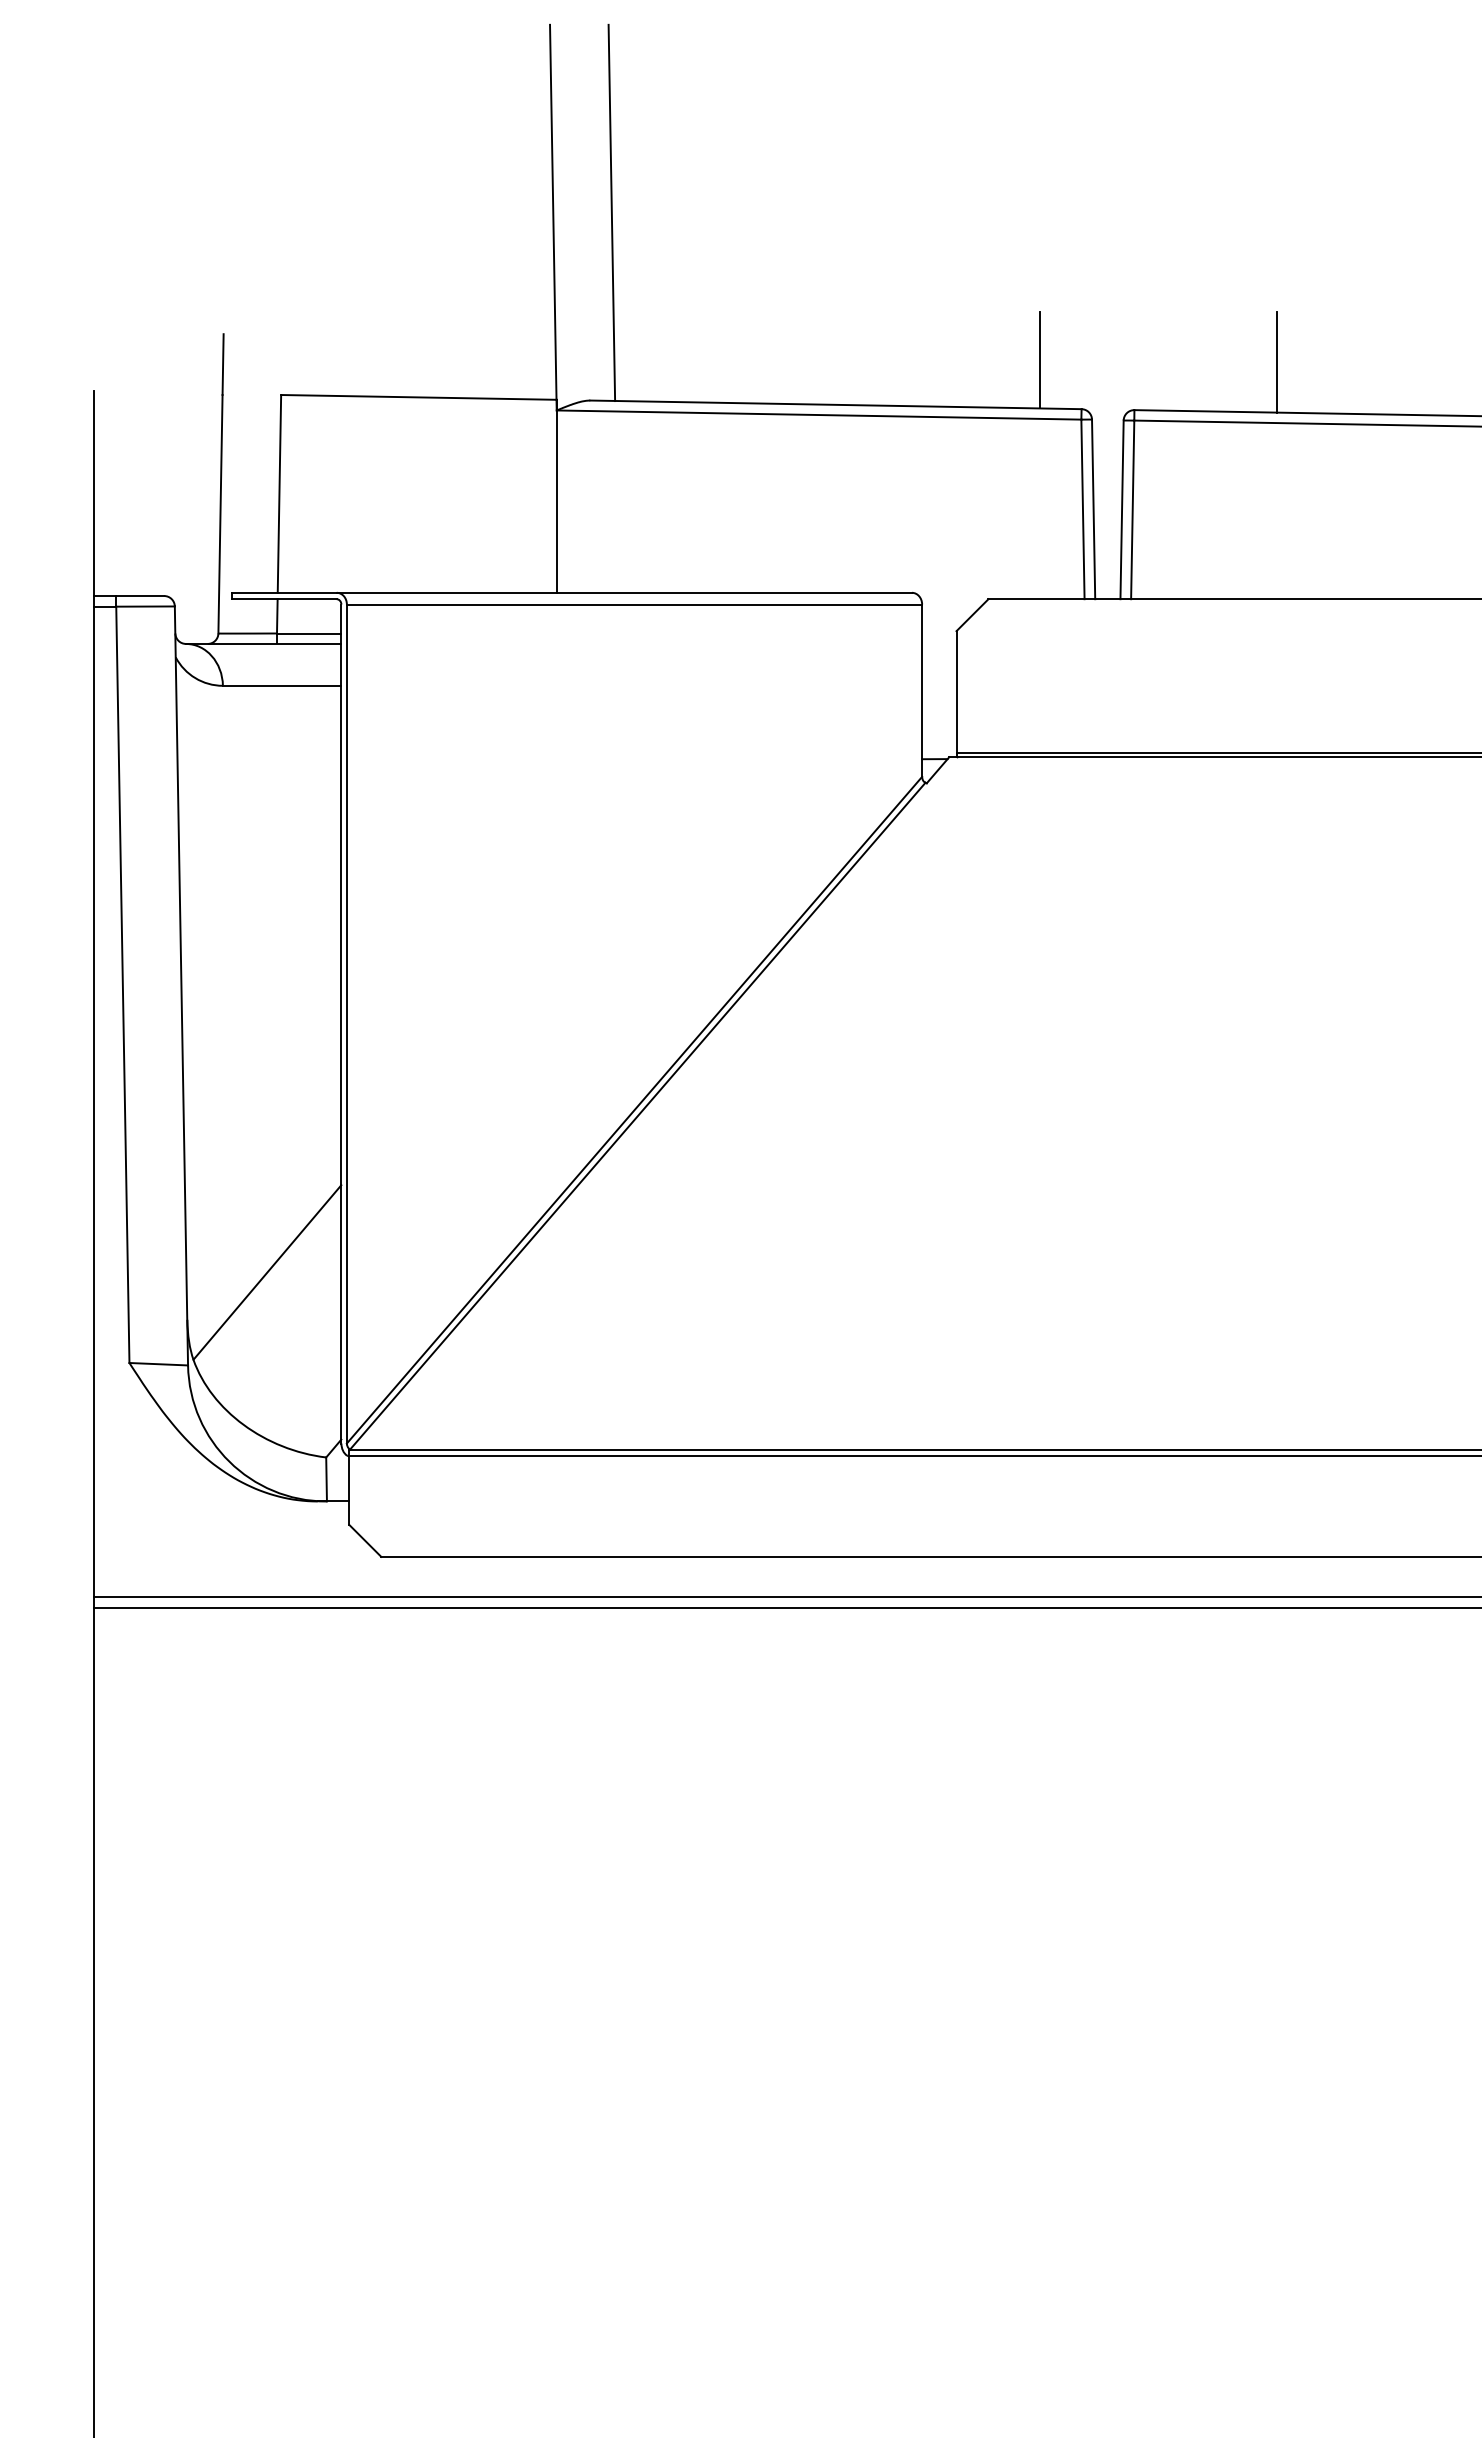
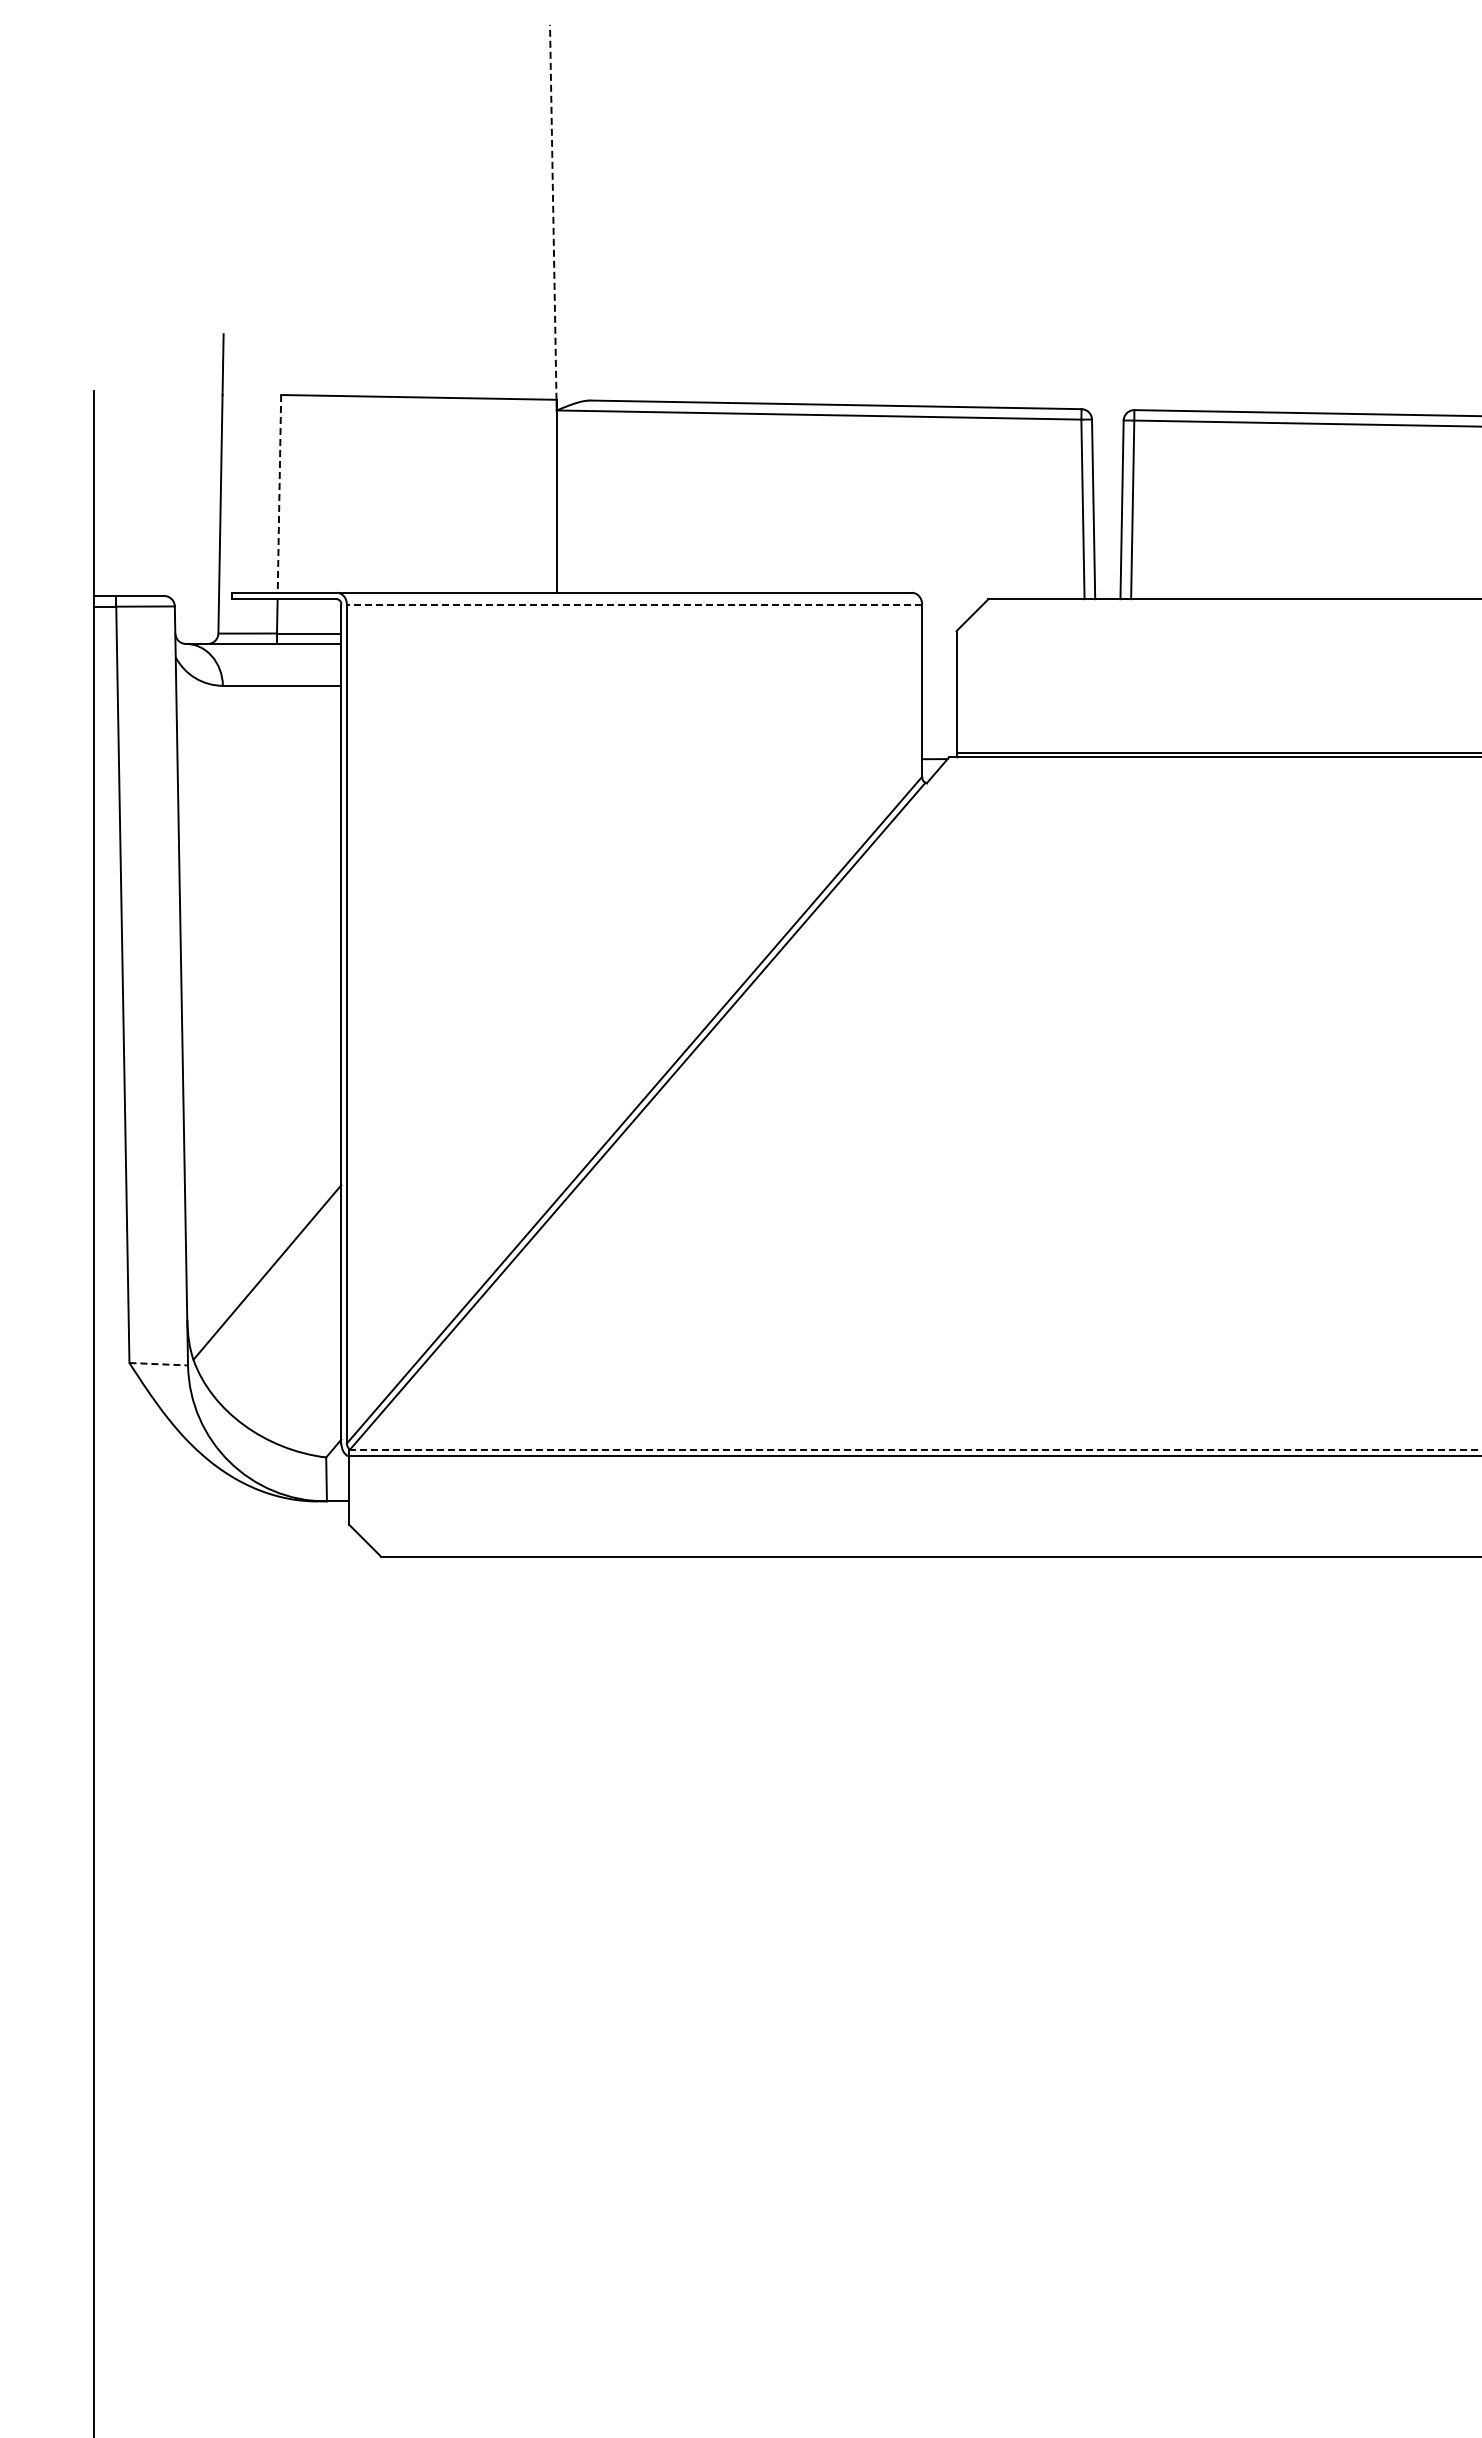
line at (553, 212): solid -> dashed
line at (611, 212): present -> none
line at (1040, 359): present -> none
line at (1276, 361): present -> none
line at (279, 493): solid -> dashed
line at (634, 604): solid -> dashed
line at (159, 1364): solid -> dashed
line at (915, 1450): solid -> dashed
line at (785, 1597): present -> none
line at (785, 1608): present -> none
